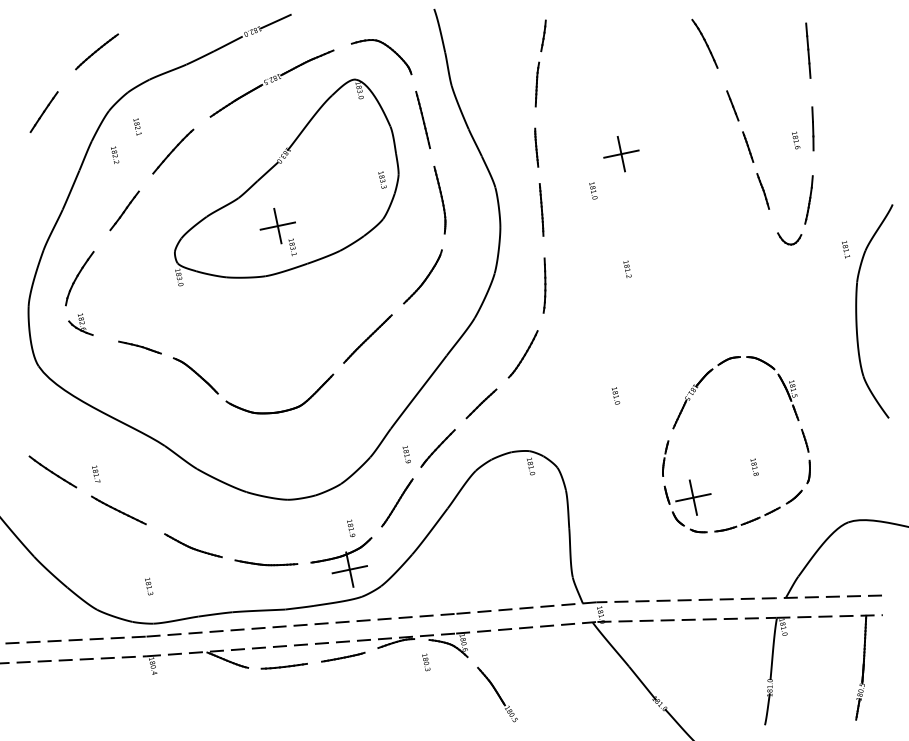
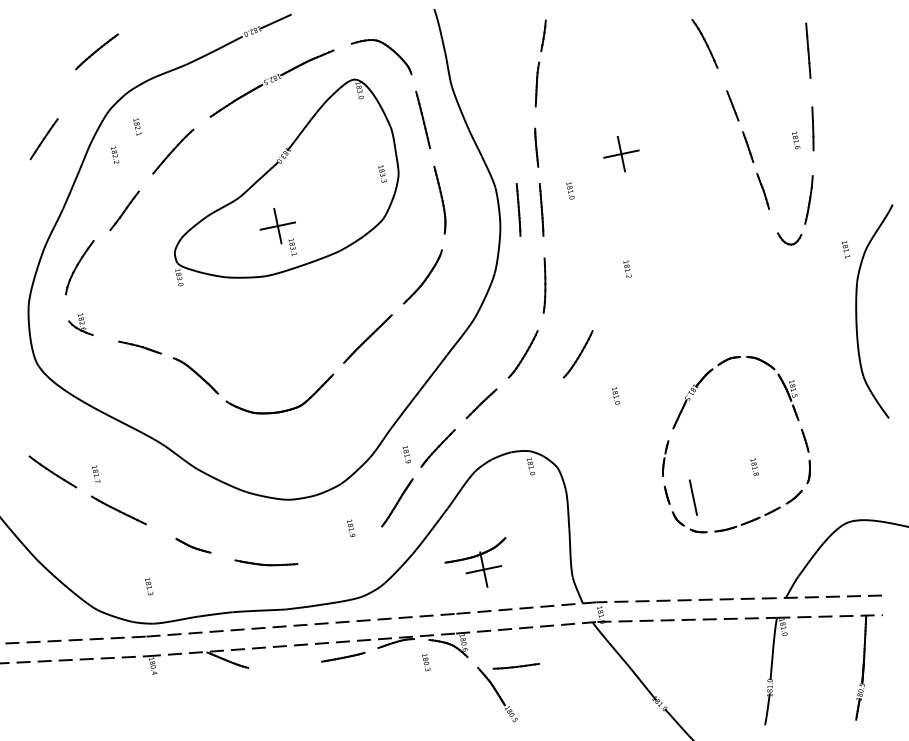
line at (43, 111) position: (43, 111) -> (43, 138)
text at (382, 179) position: (382, 179) -> (382, 173)
text at (593, 190) position: (593, 190) -> (570, 190)
line at (518, 209): none -> present
part at (79, 278) position: (79, 278) -> (79, 267)
part at (577, 354): none -> present
line at (693, 497): present -> none
part at (193, 545) size: 59x26 px -> 37x17 px
part at (341, 562) position: (341, 562) -> (475, 562)
line at (283, 666) position: (283, 666) -> (515, 666)
